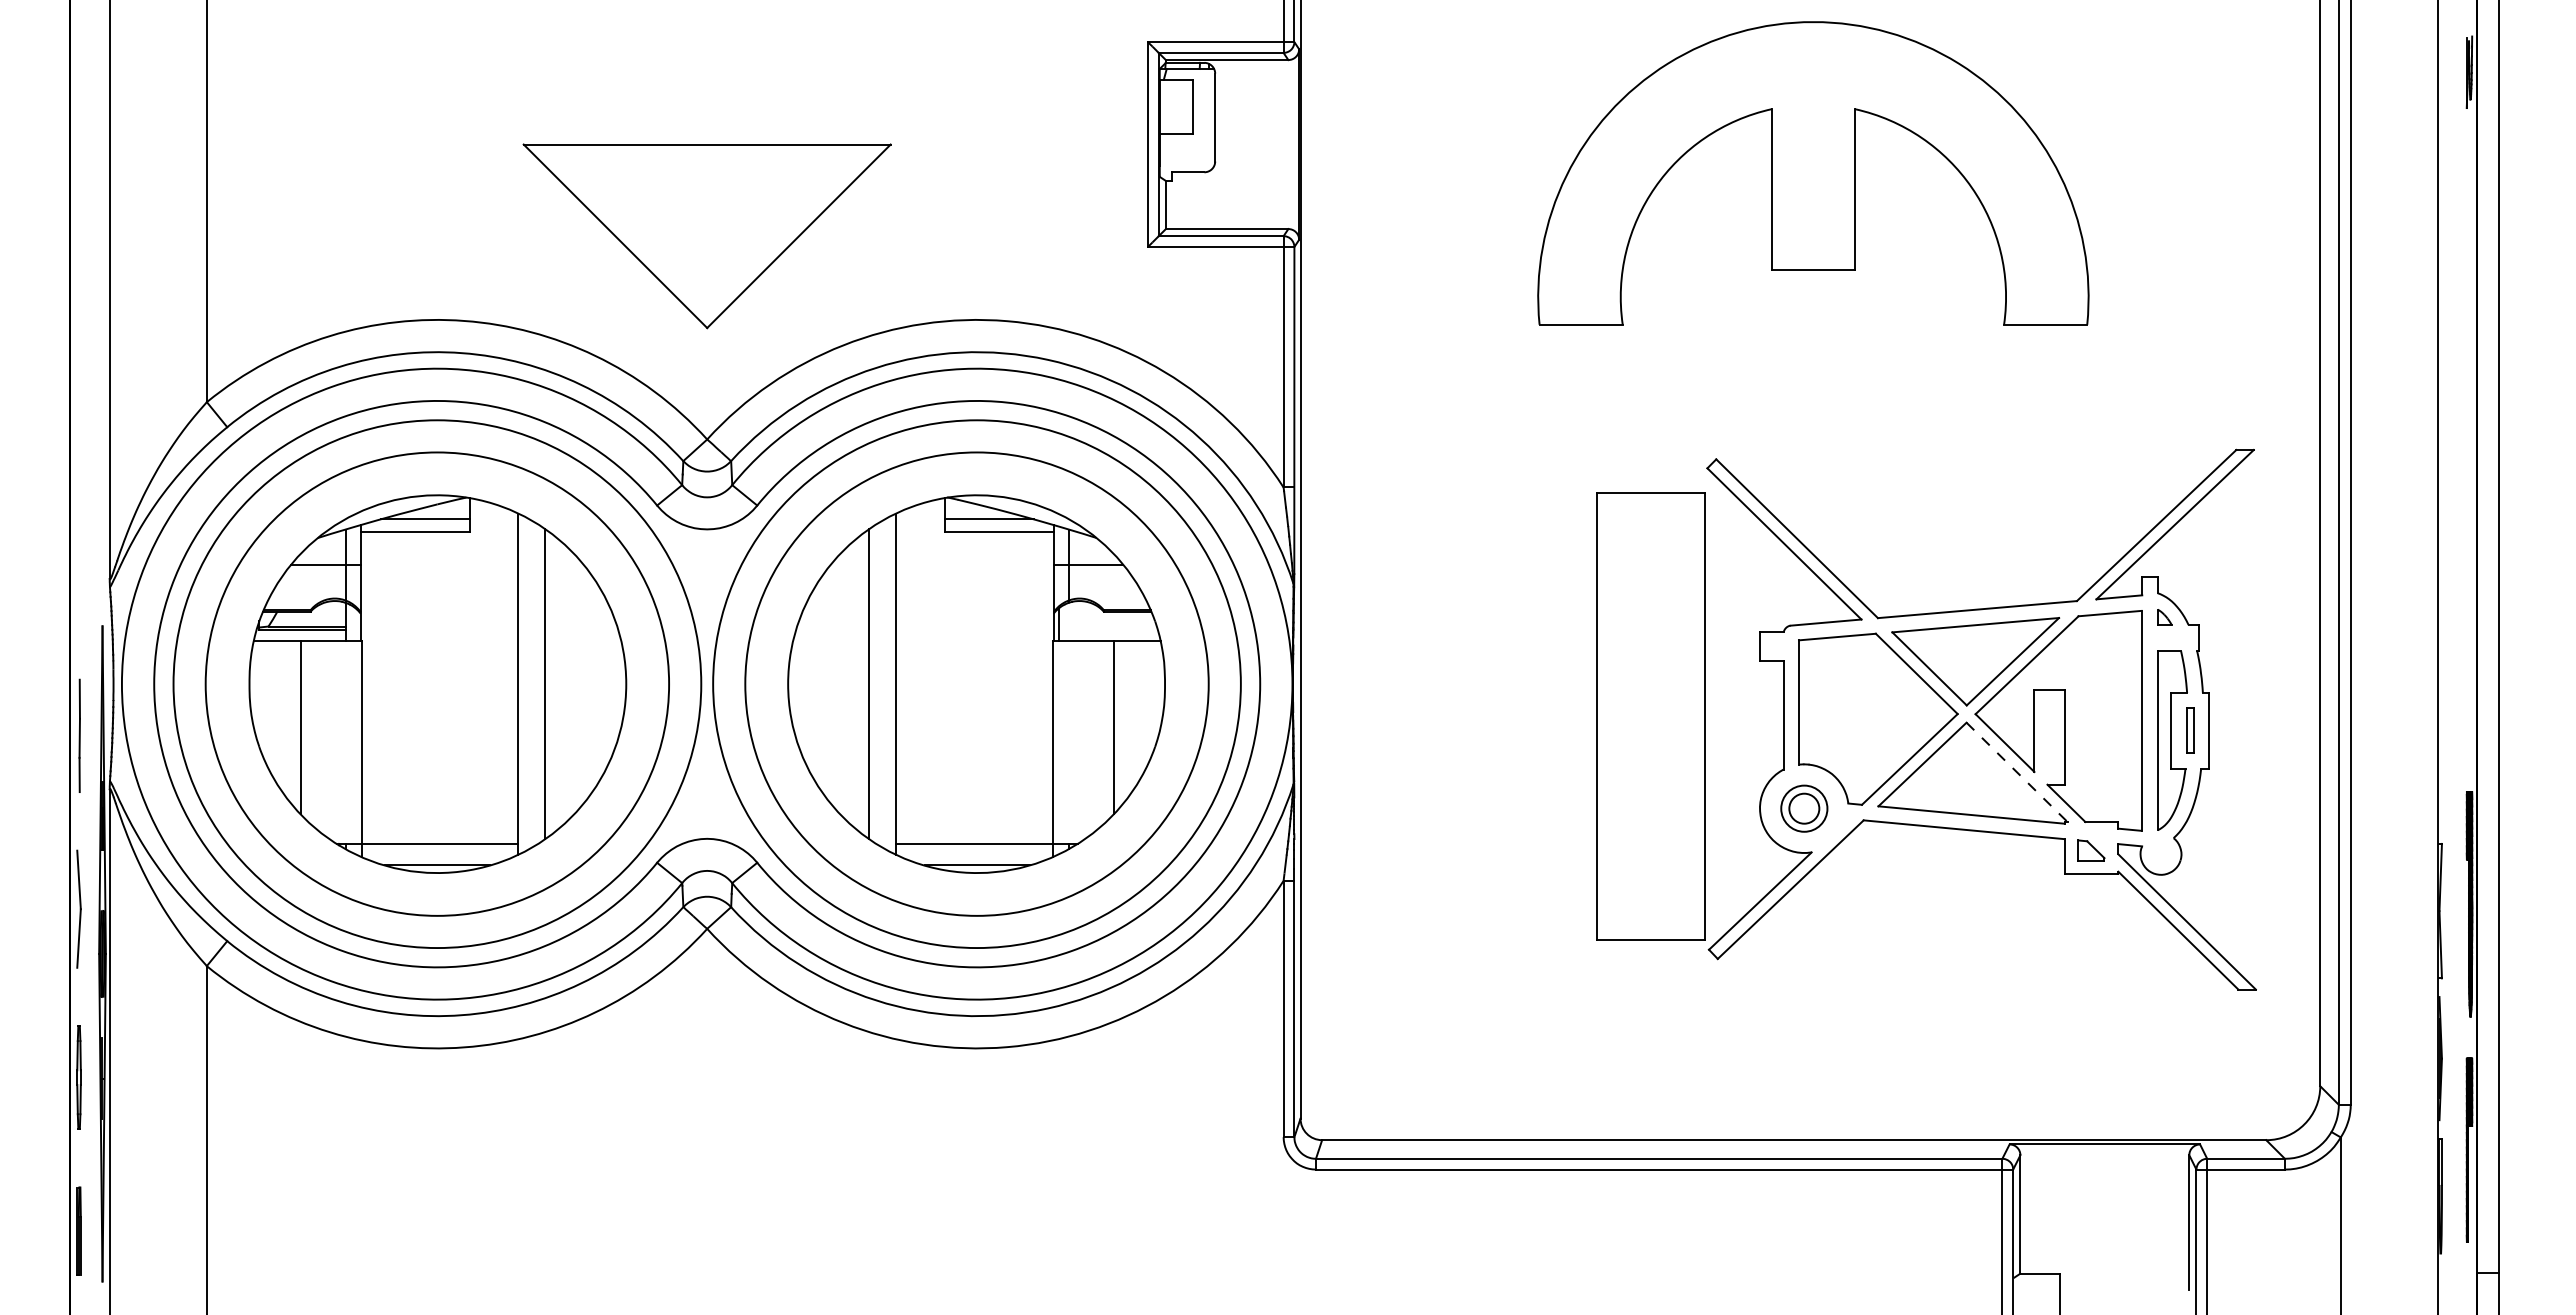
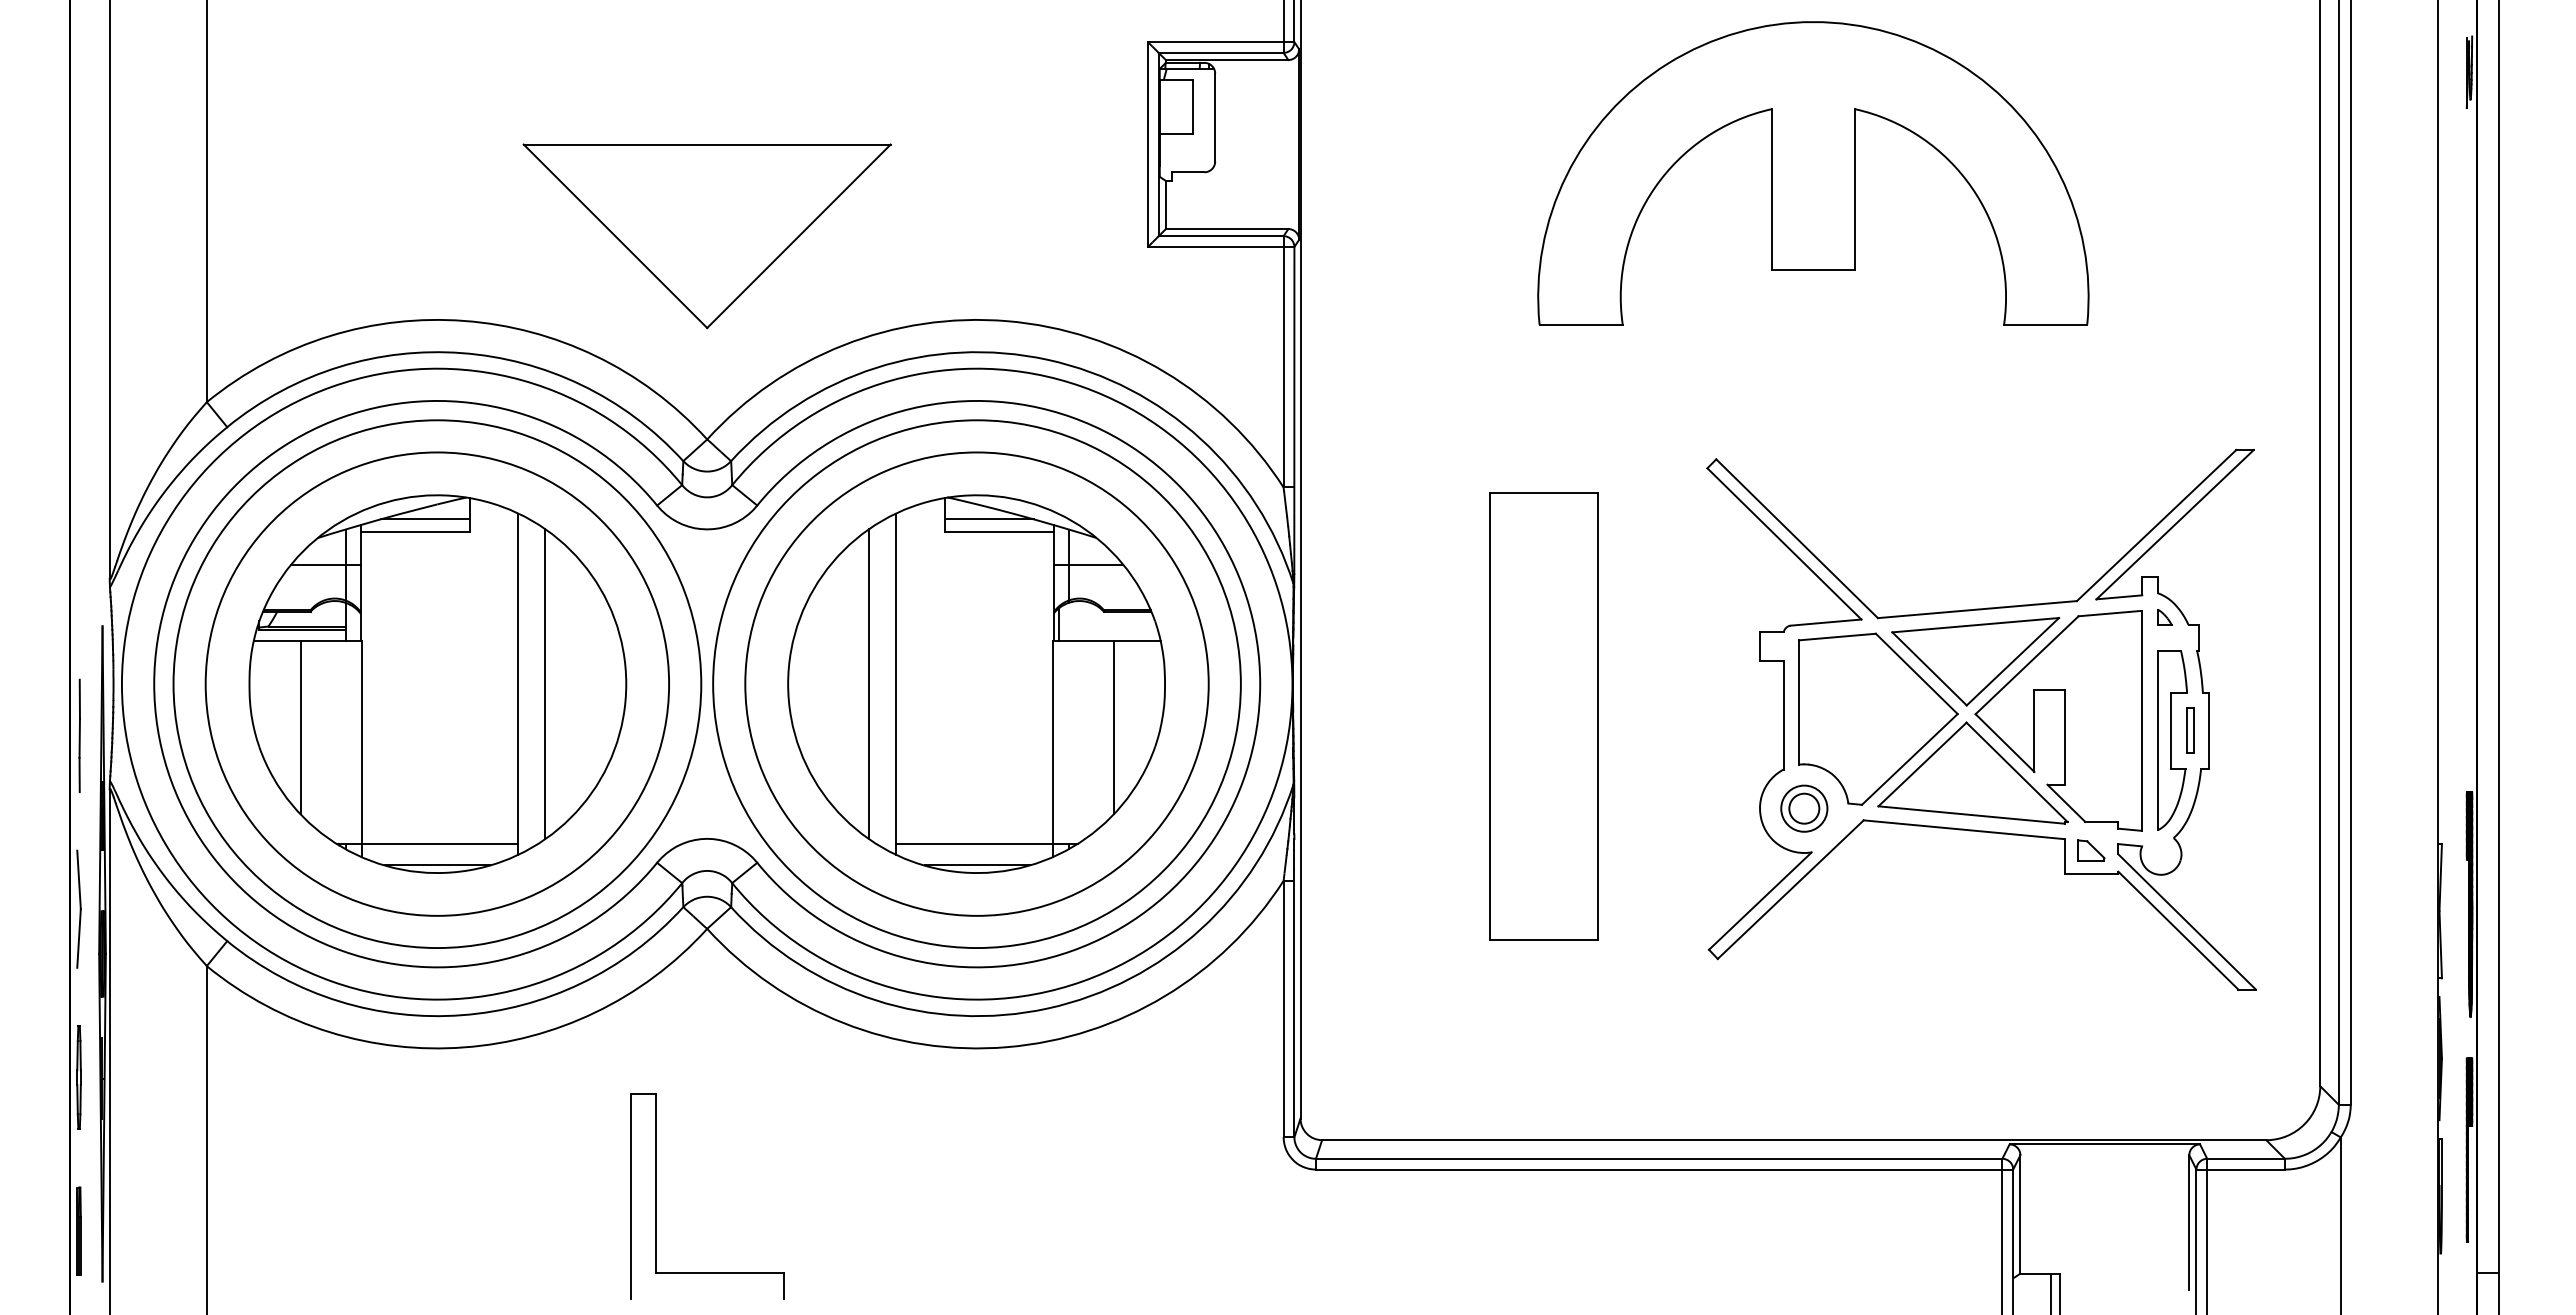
part at (1650, 716) position: (1650, 716) -> (1543, 716)
line at (2017, 772): dashed -> solid
part at (656, 1196): none -> present
line at (2050, 1292): none -> present
